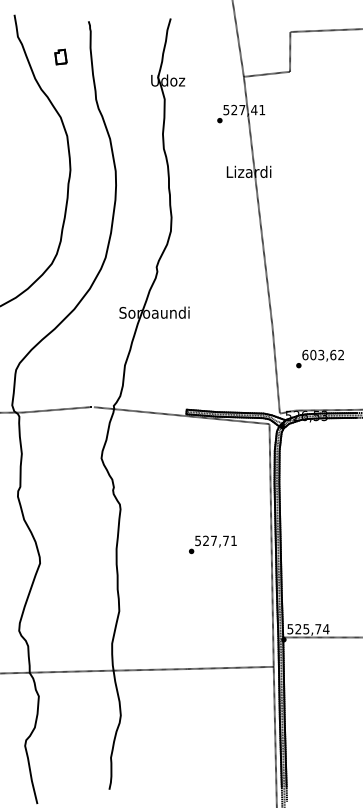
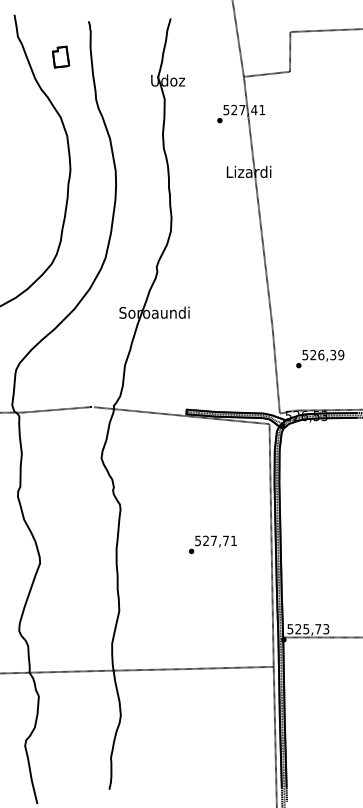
part at (60, 56) size: 14x18 px -> 20x24 px
text at (323, 354): 603,62 -> 526,39
text at (326, 629): 525,74 -> 525,73
